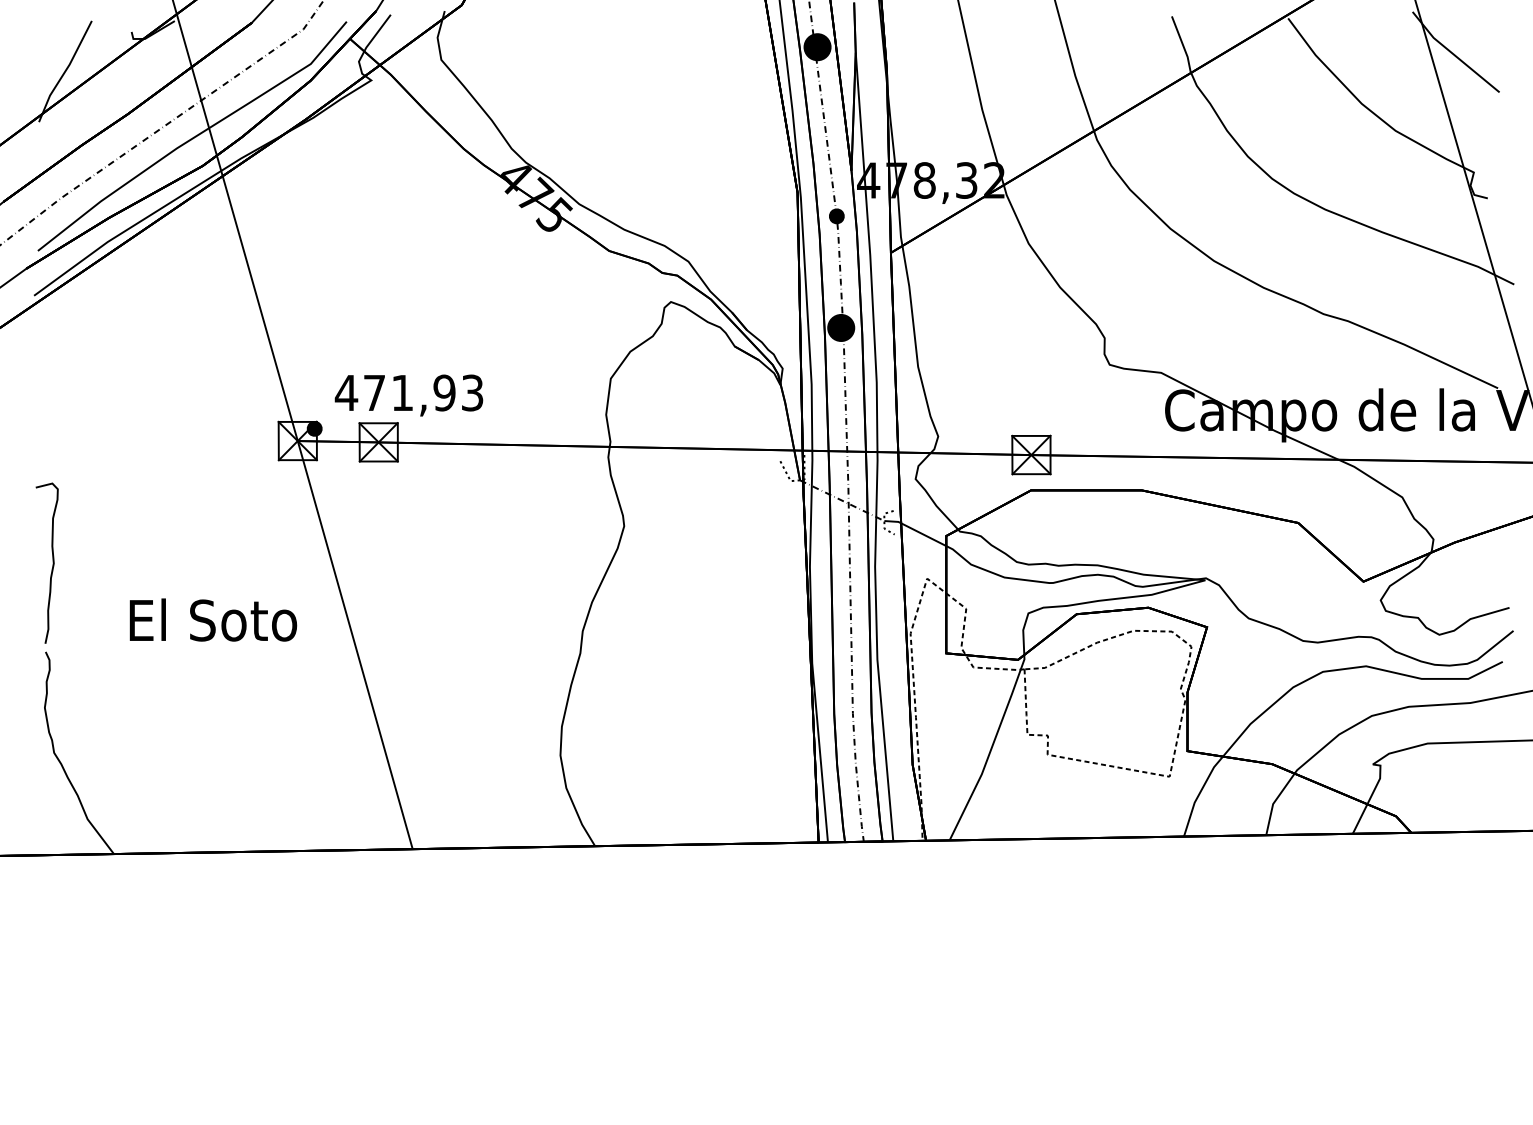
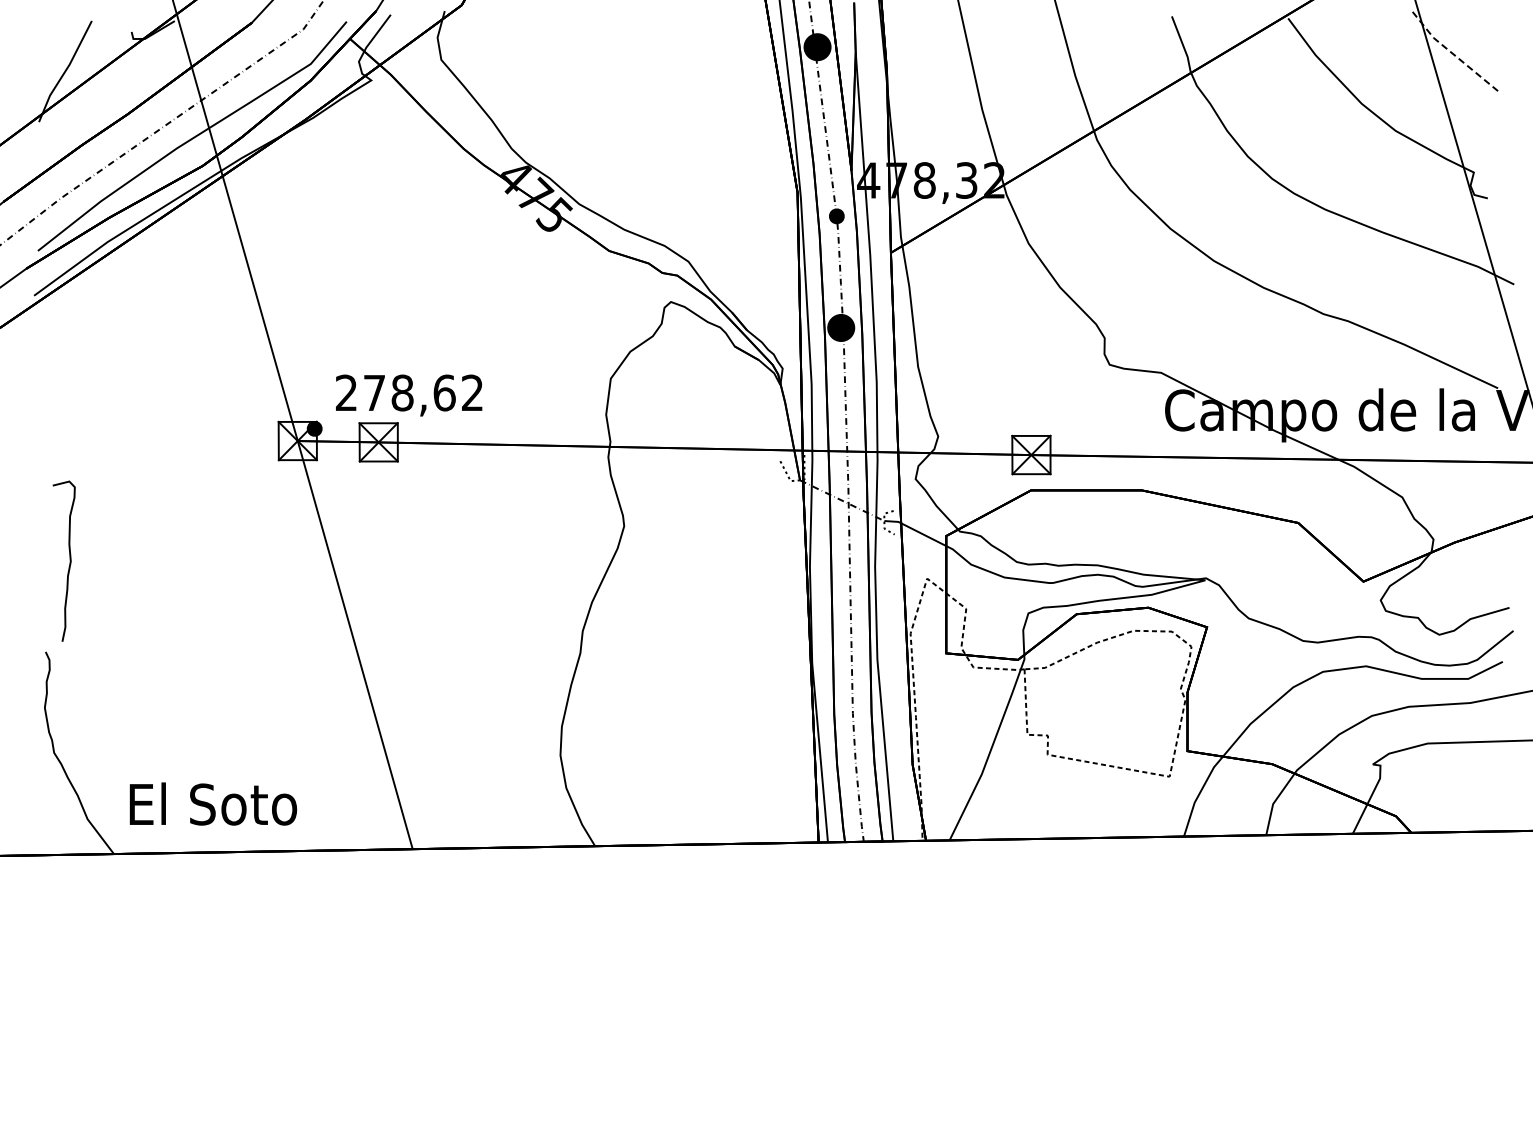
line at (1453, 54): solid -> dashed
text at (408, 392): 471,93 -> 278,62
curve at (52, 562) position: (52, 562) -> (69, 560)
text at (213, 619) position: (213, 619) -> (213, 803)
